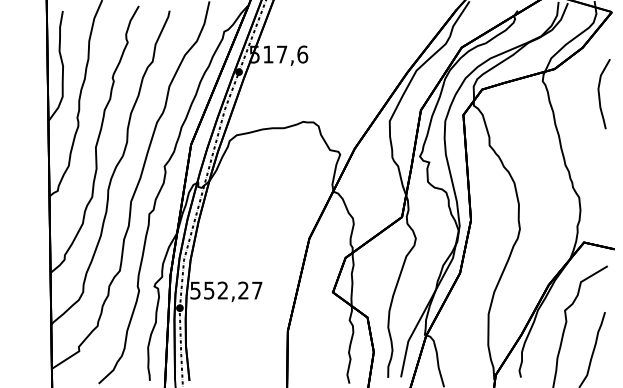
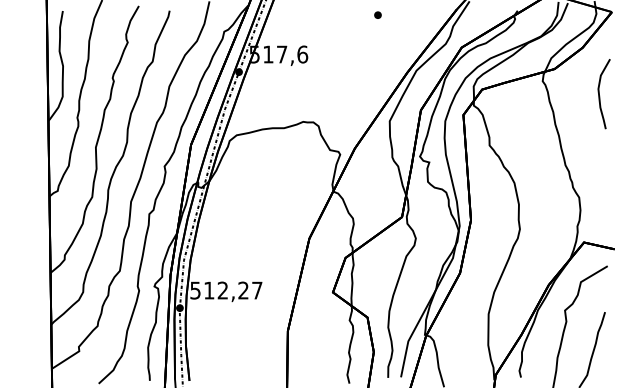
part at (377, 14): none -> present
text at (209, 290): 552,27 -> 512,27
